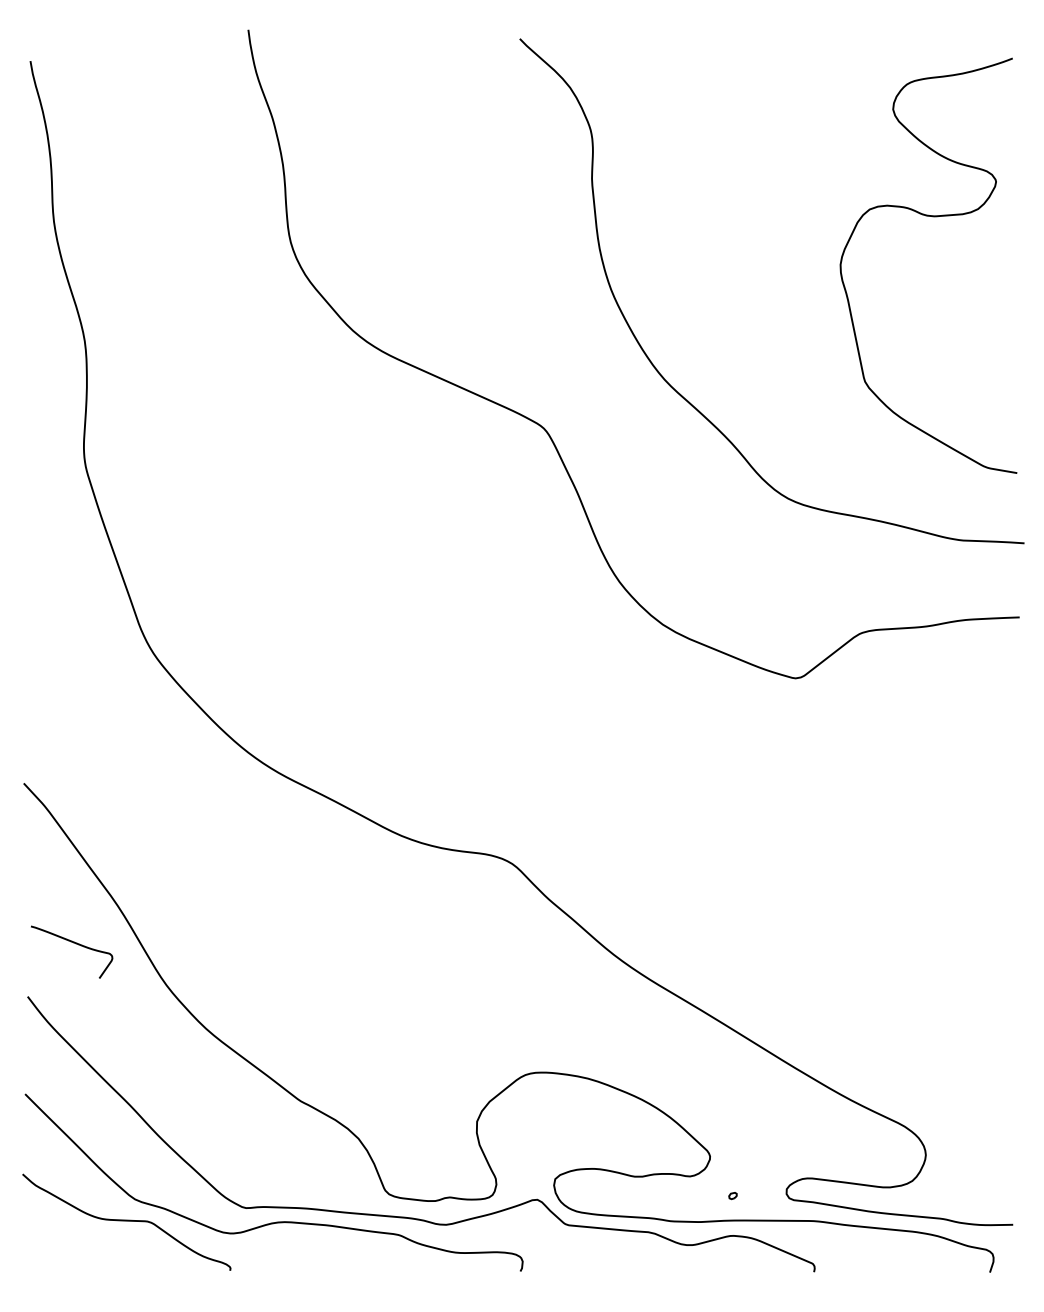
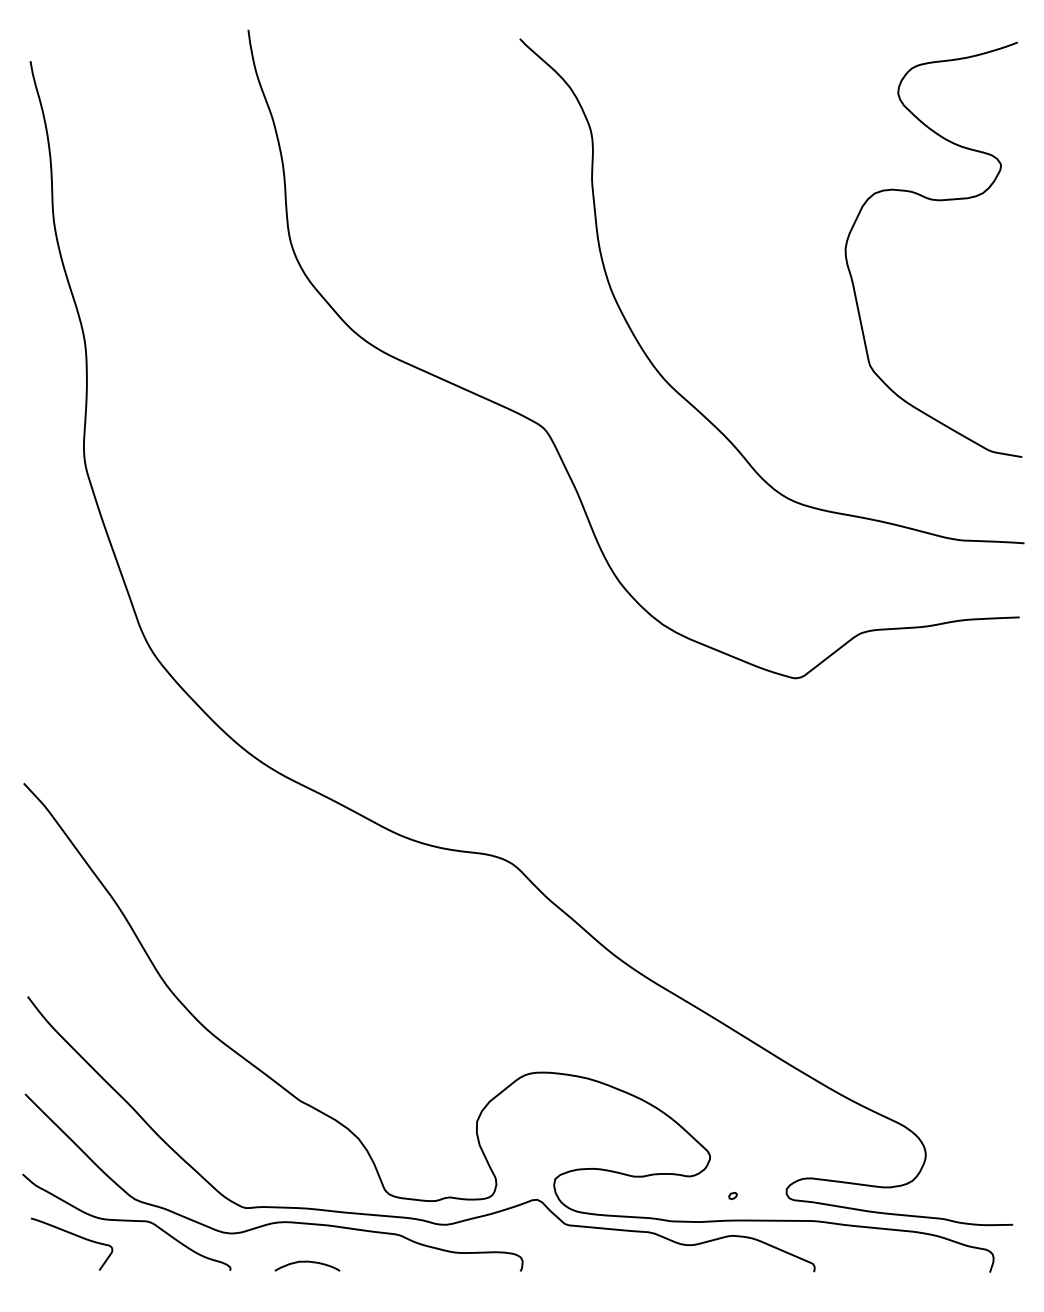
curve at (932, 217) position: (932, 217) -> (937, 201)
curve at (73, 943) position: (73, 943) -> (73, 1235)
curve at (307, 1262): none -> present
